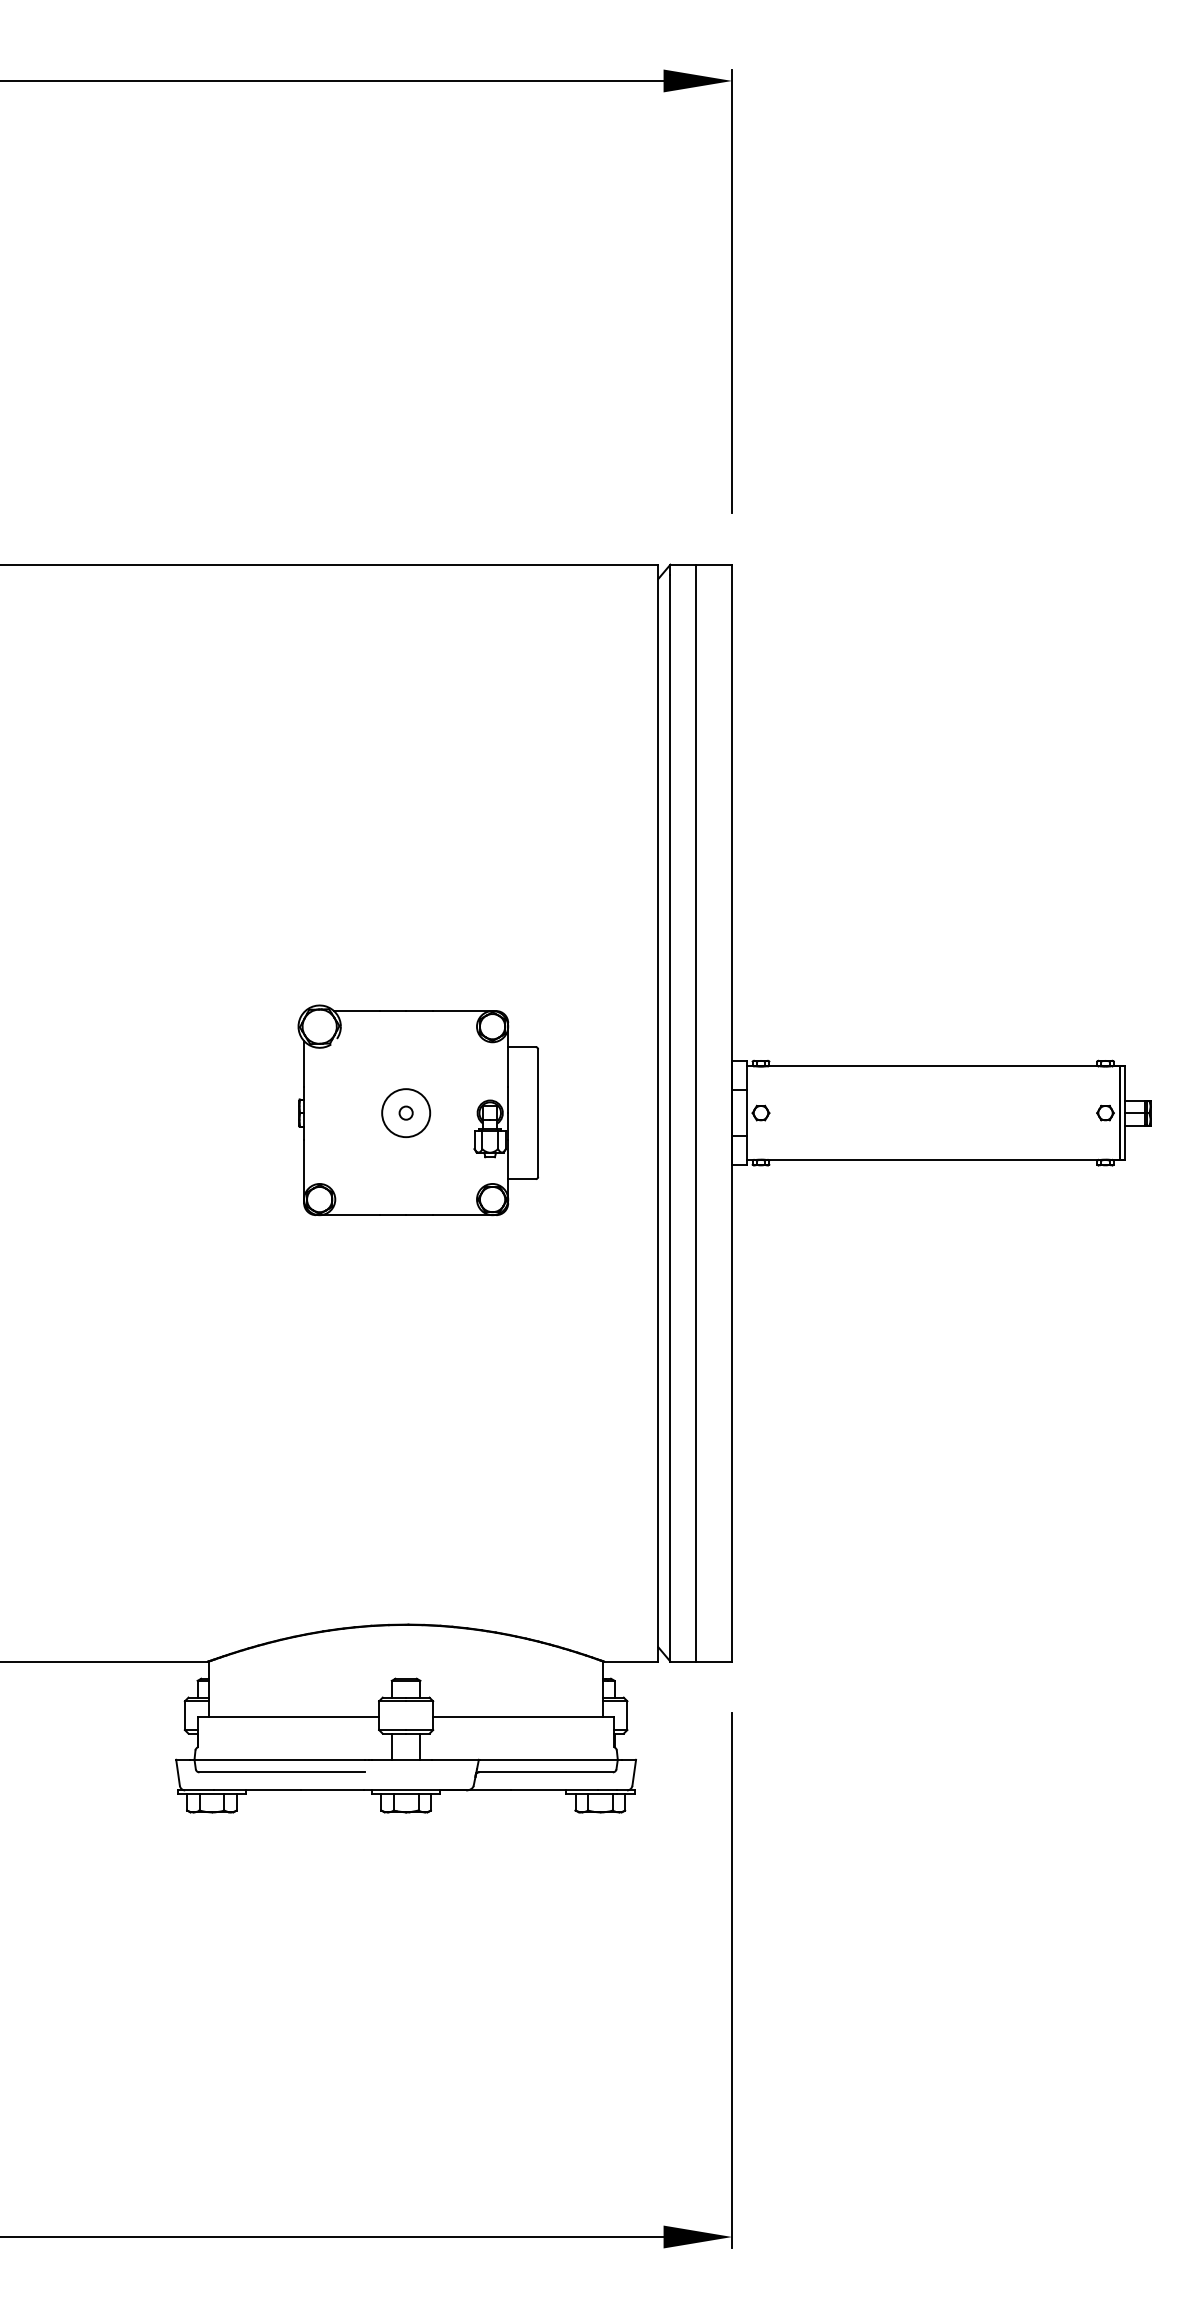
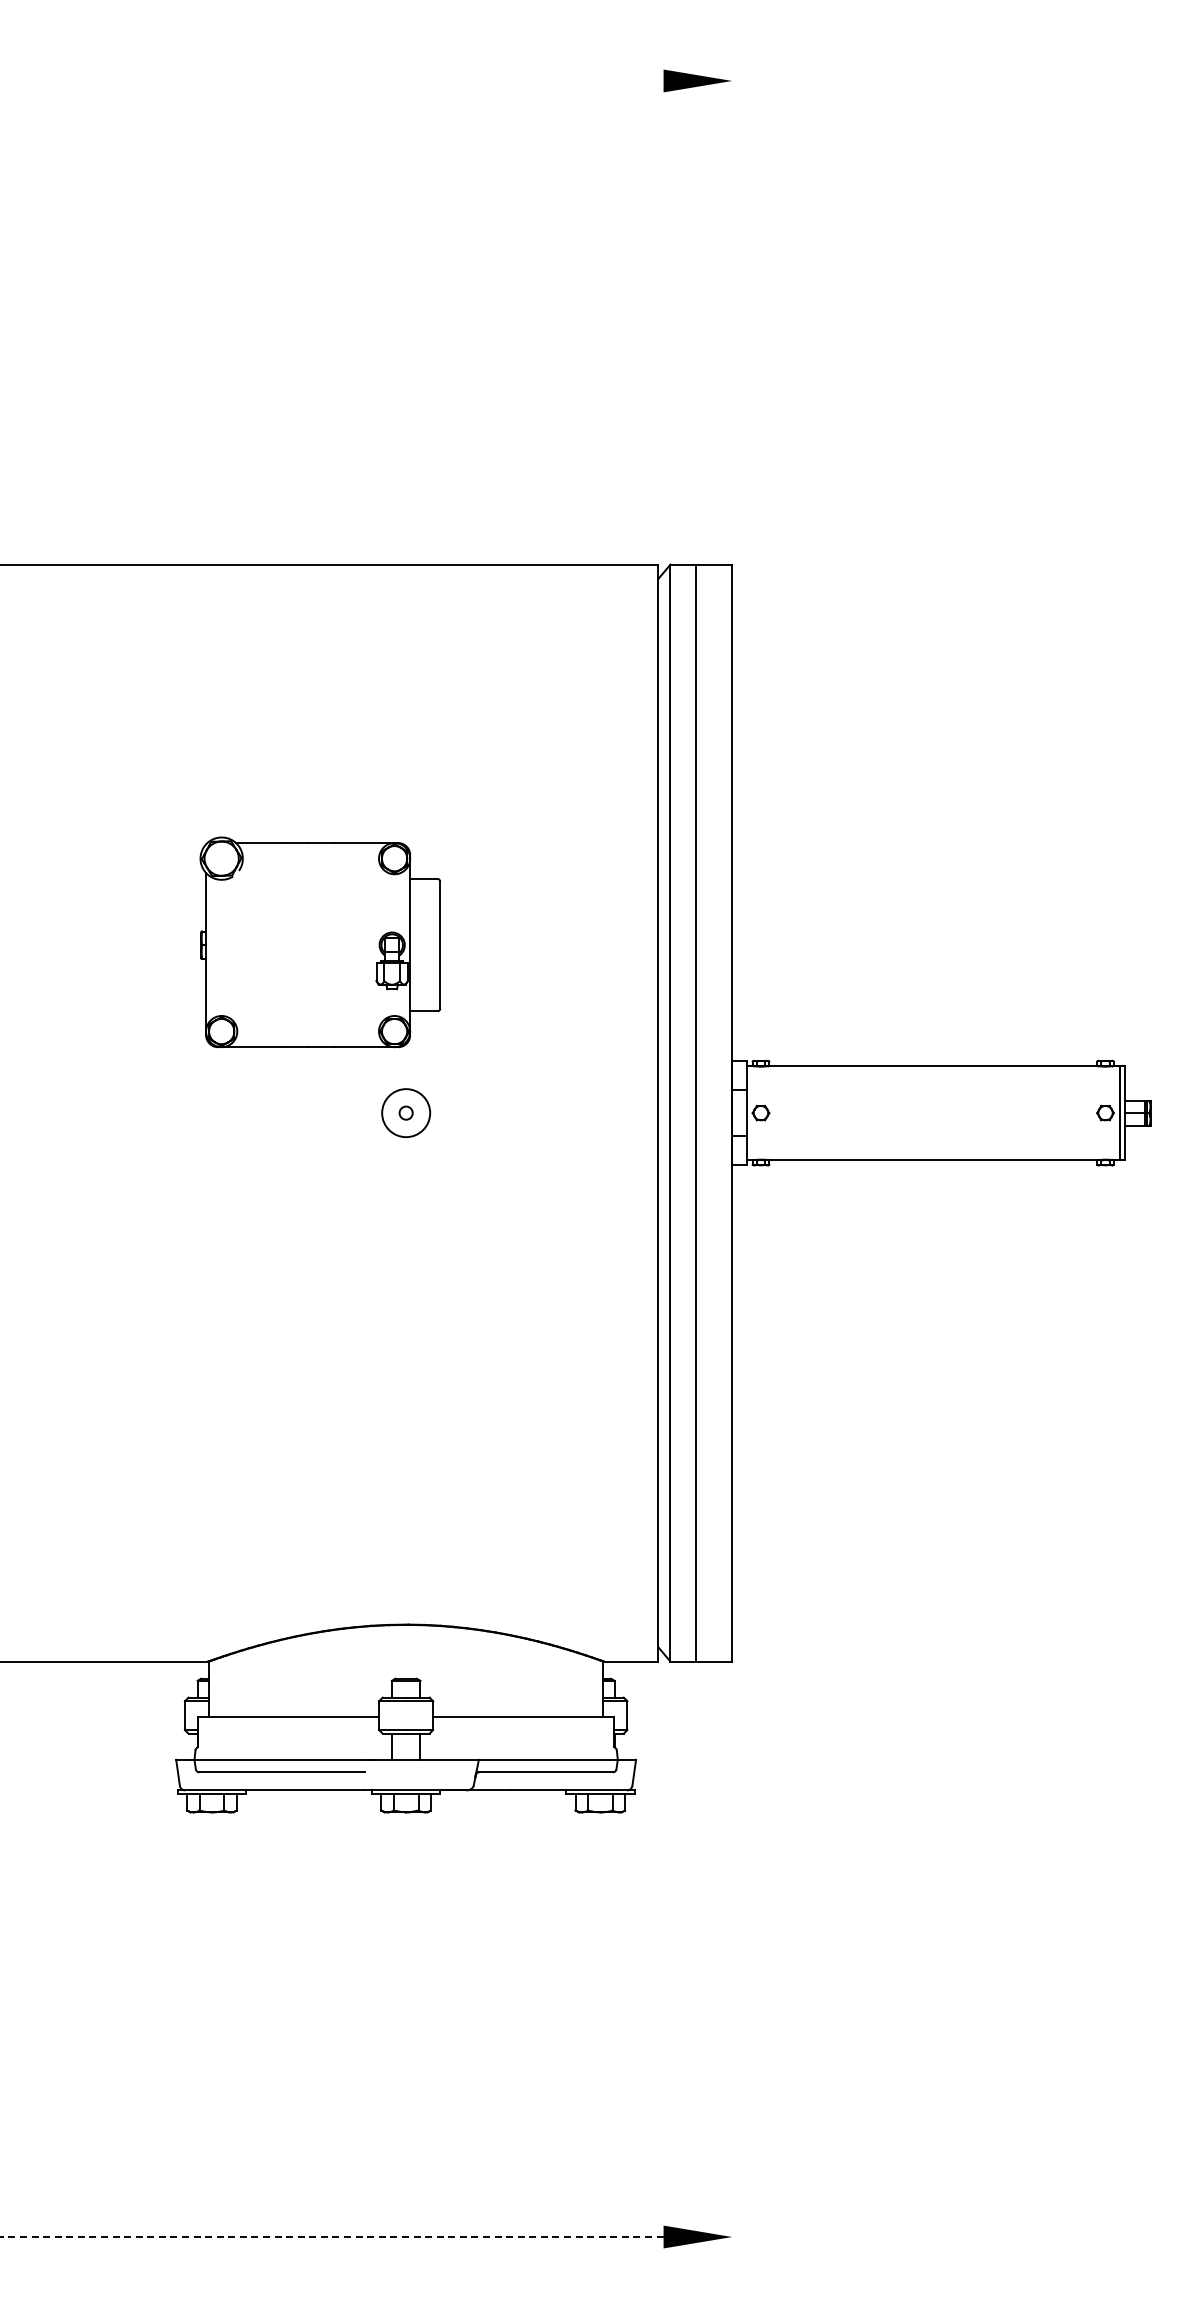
line at (332, 80): present -> none
line at (732, 291): present -> none
part at (417, 1110) position: (417, 1110) -> (319, 942)
line at (732, 1980): present -> none
line at (331, 2237): solid -> dashed
